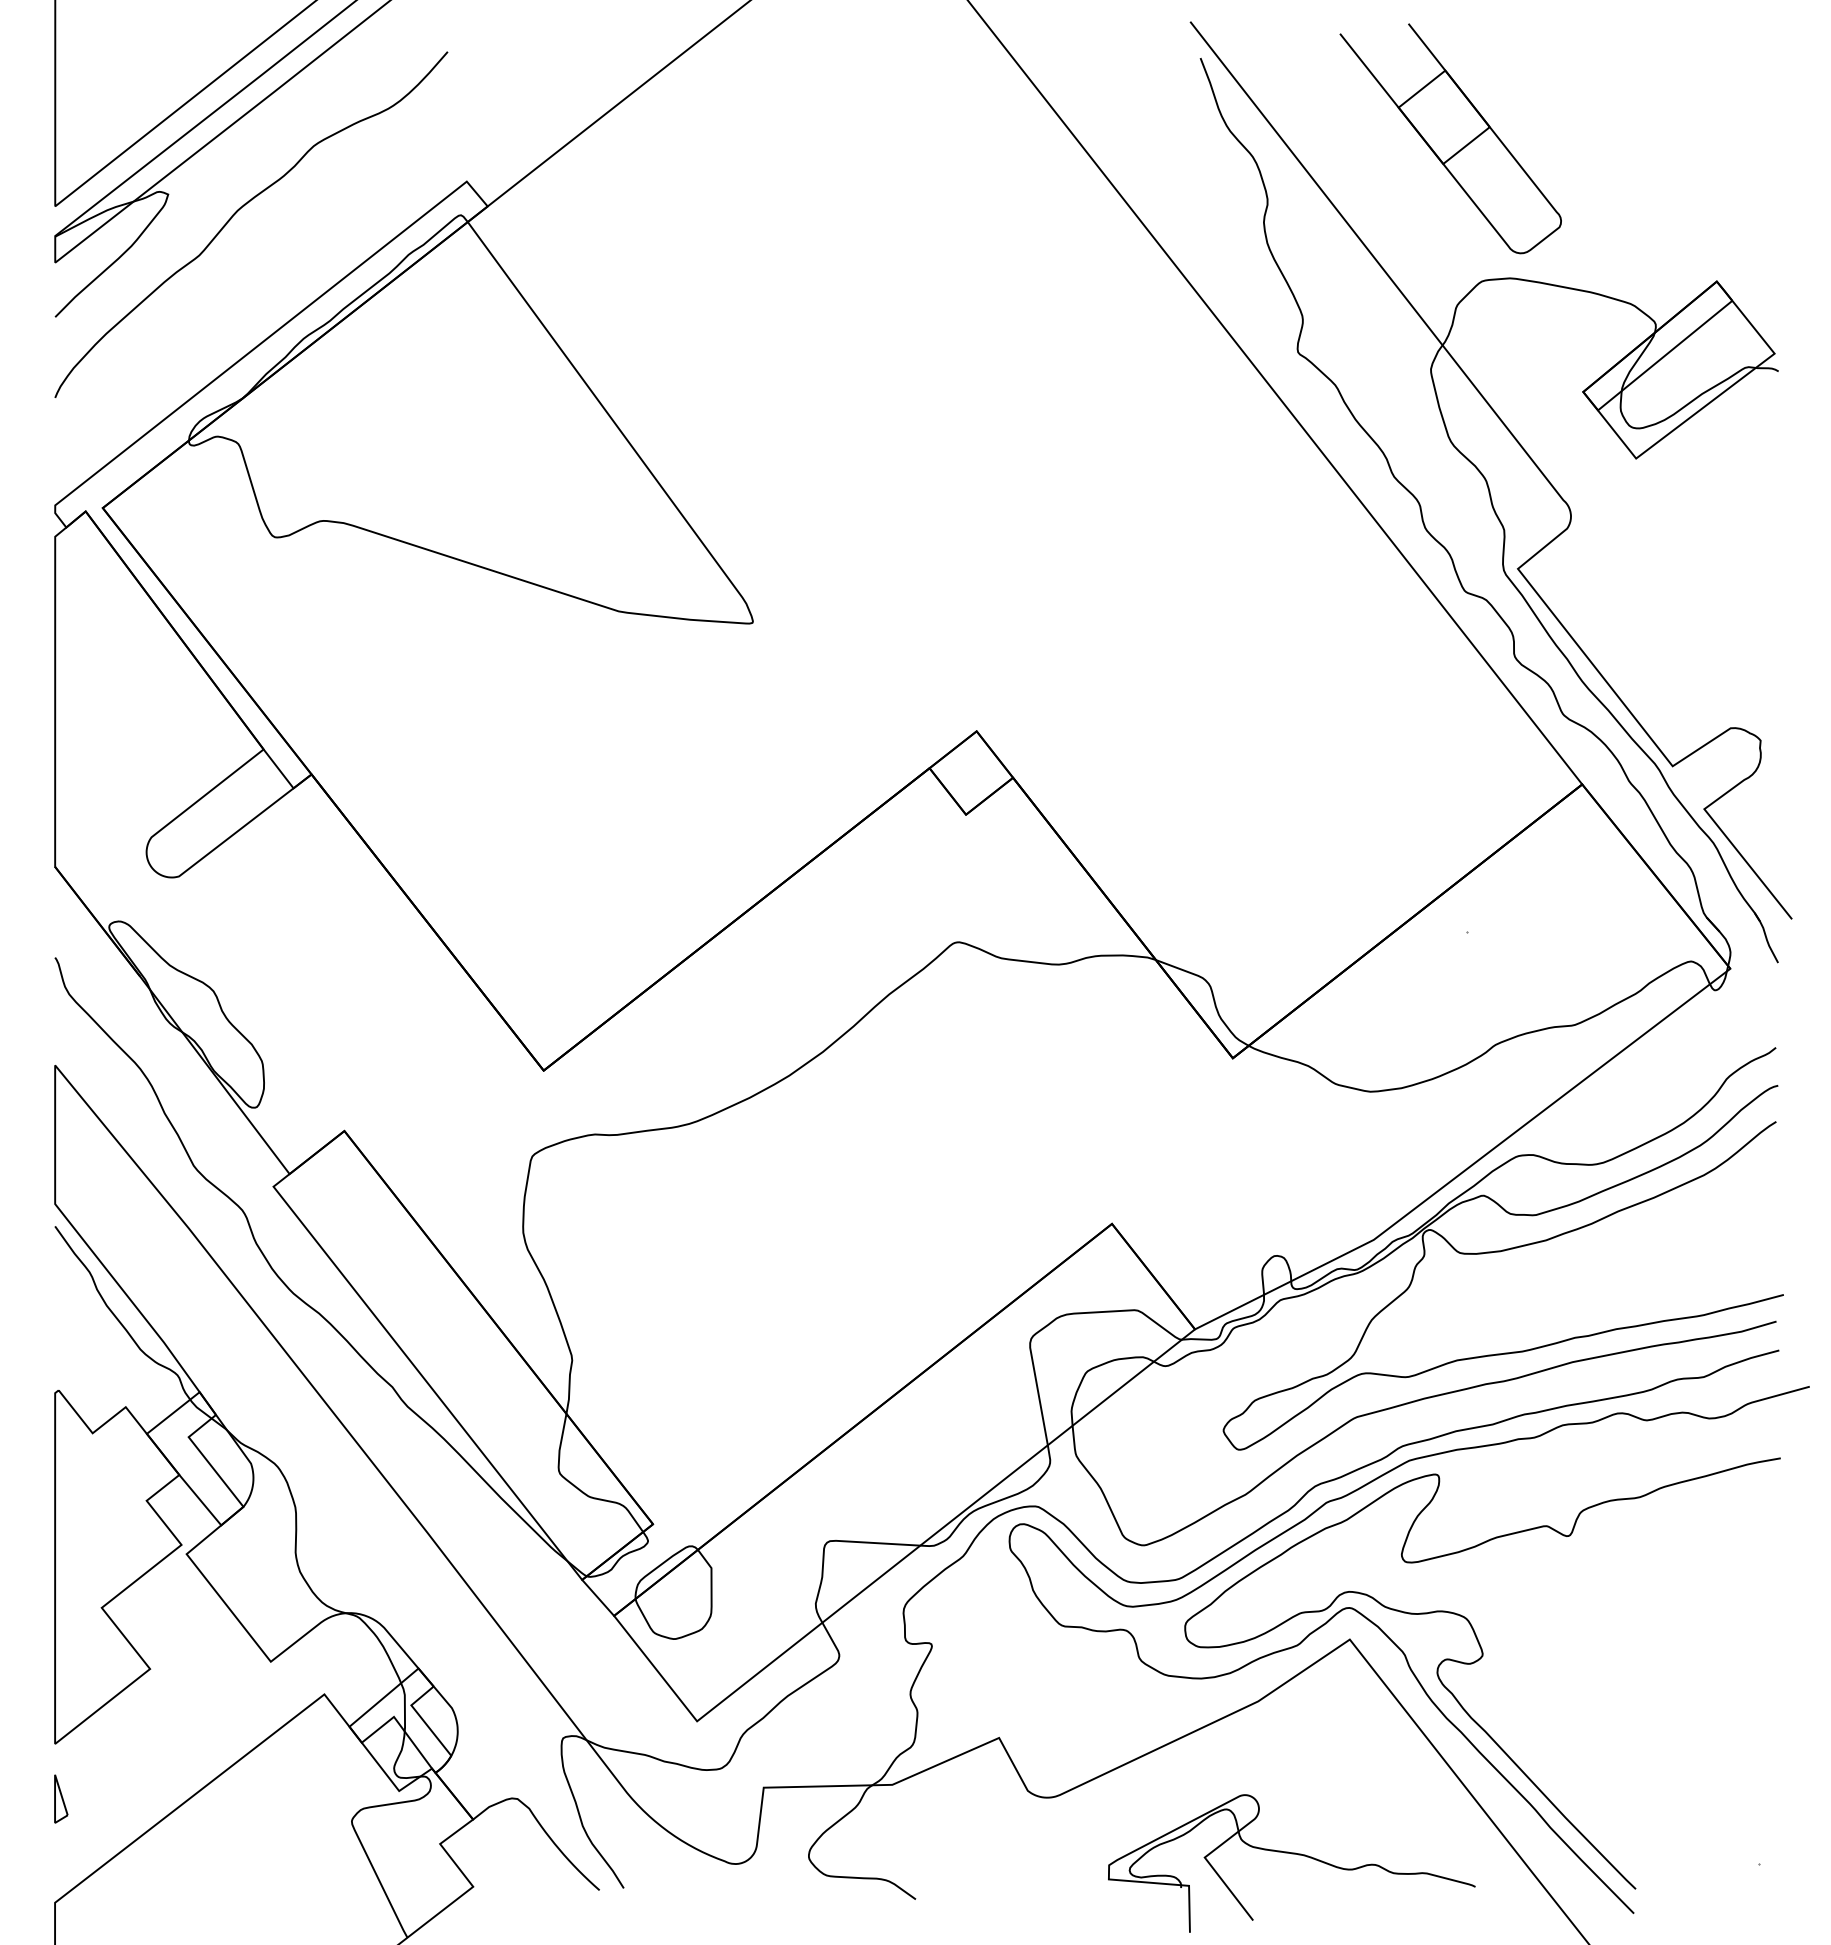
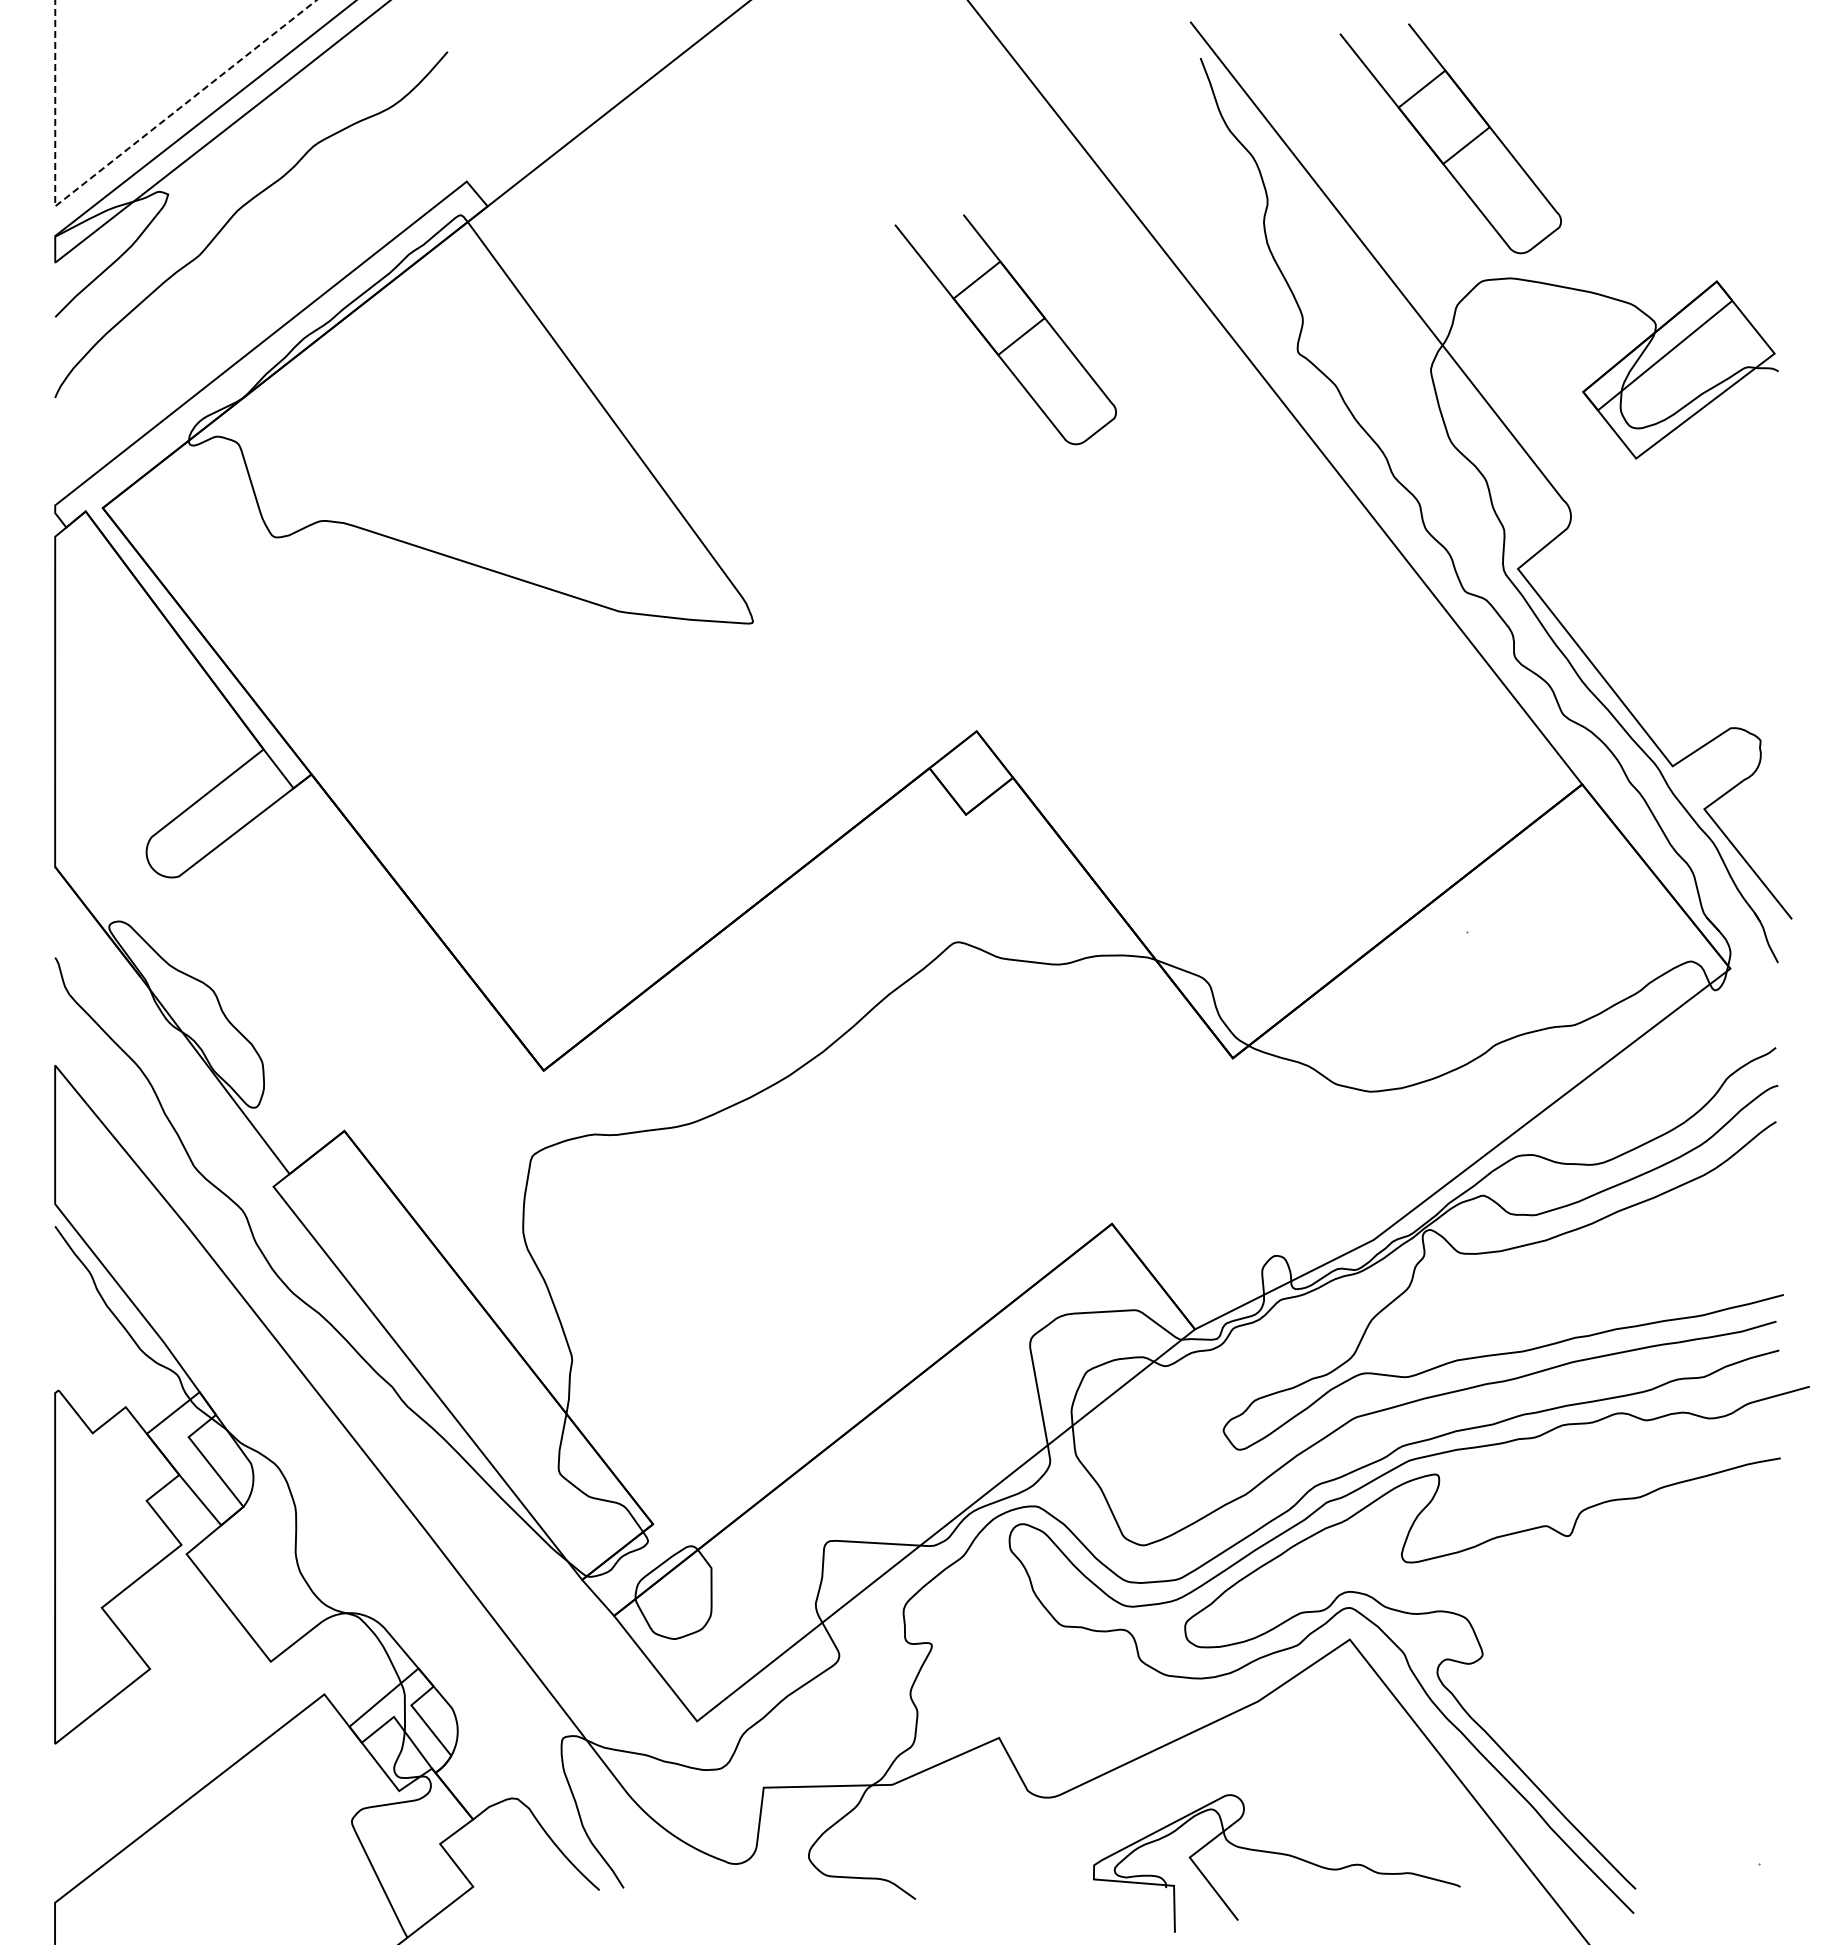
line at (104, 167): solid -> dashed
part at (1005, 329): none -> present
part at (61, 1798): present -> none
part at (1291, 1854) position: (1291, 1854) -> (1276, 1854)
